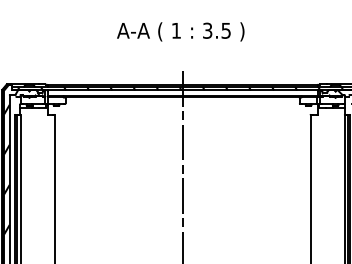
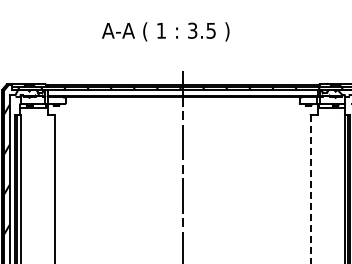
text at (180, 31) position: (180, 31) -> (165, 31)
line at (310, 189): solid -> dashed
